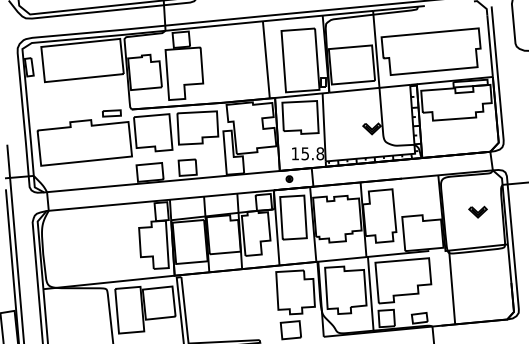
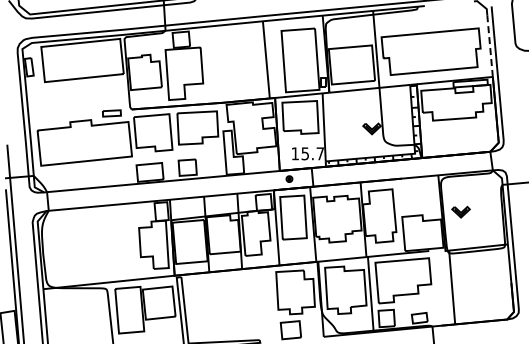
line at (490, 46): solid -> dashed
text at (320, 153): 15.8 -> 15.7
part at (477, 211) position: (477, 211) -> (460, 211)
